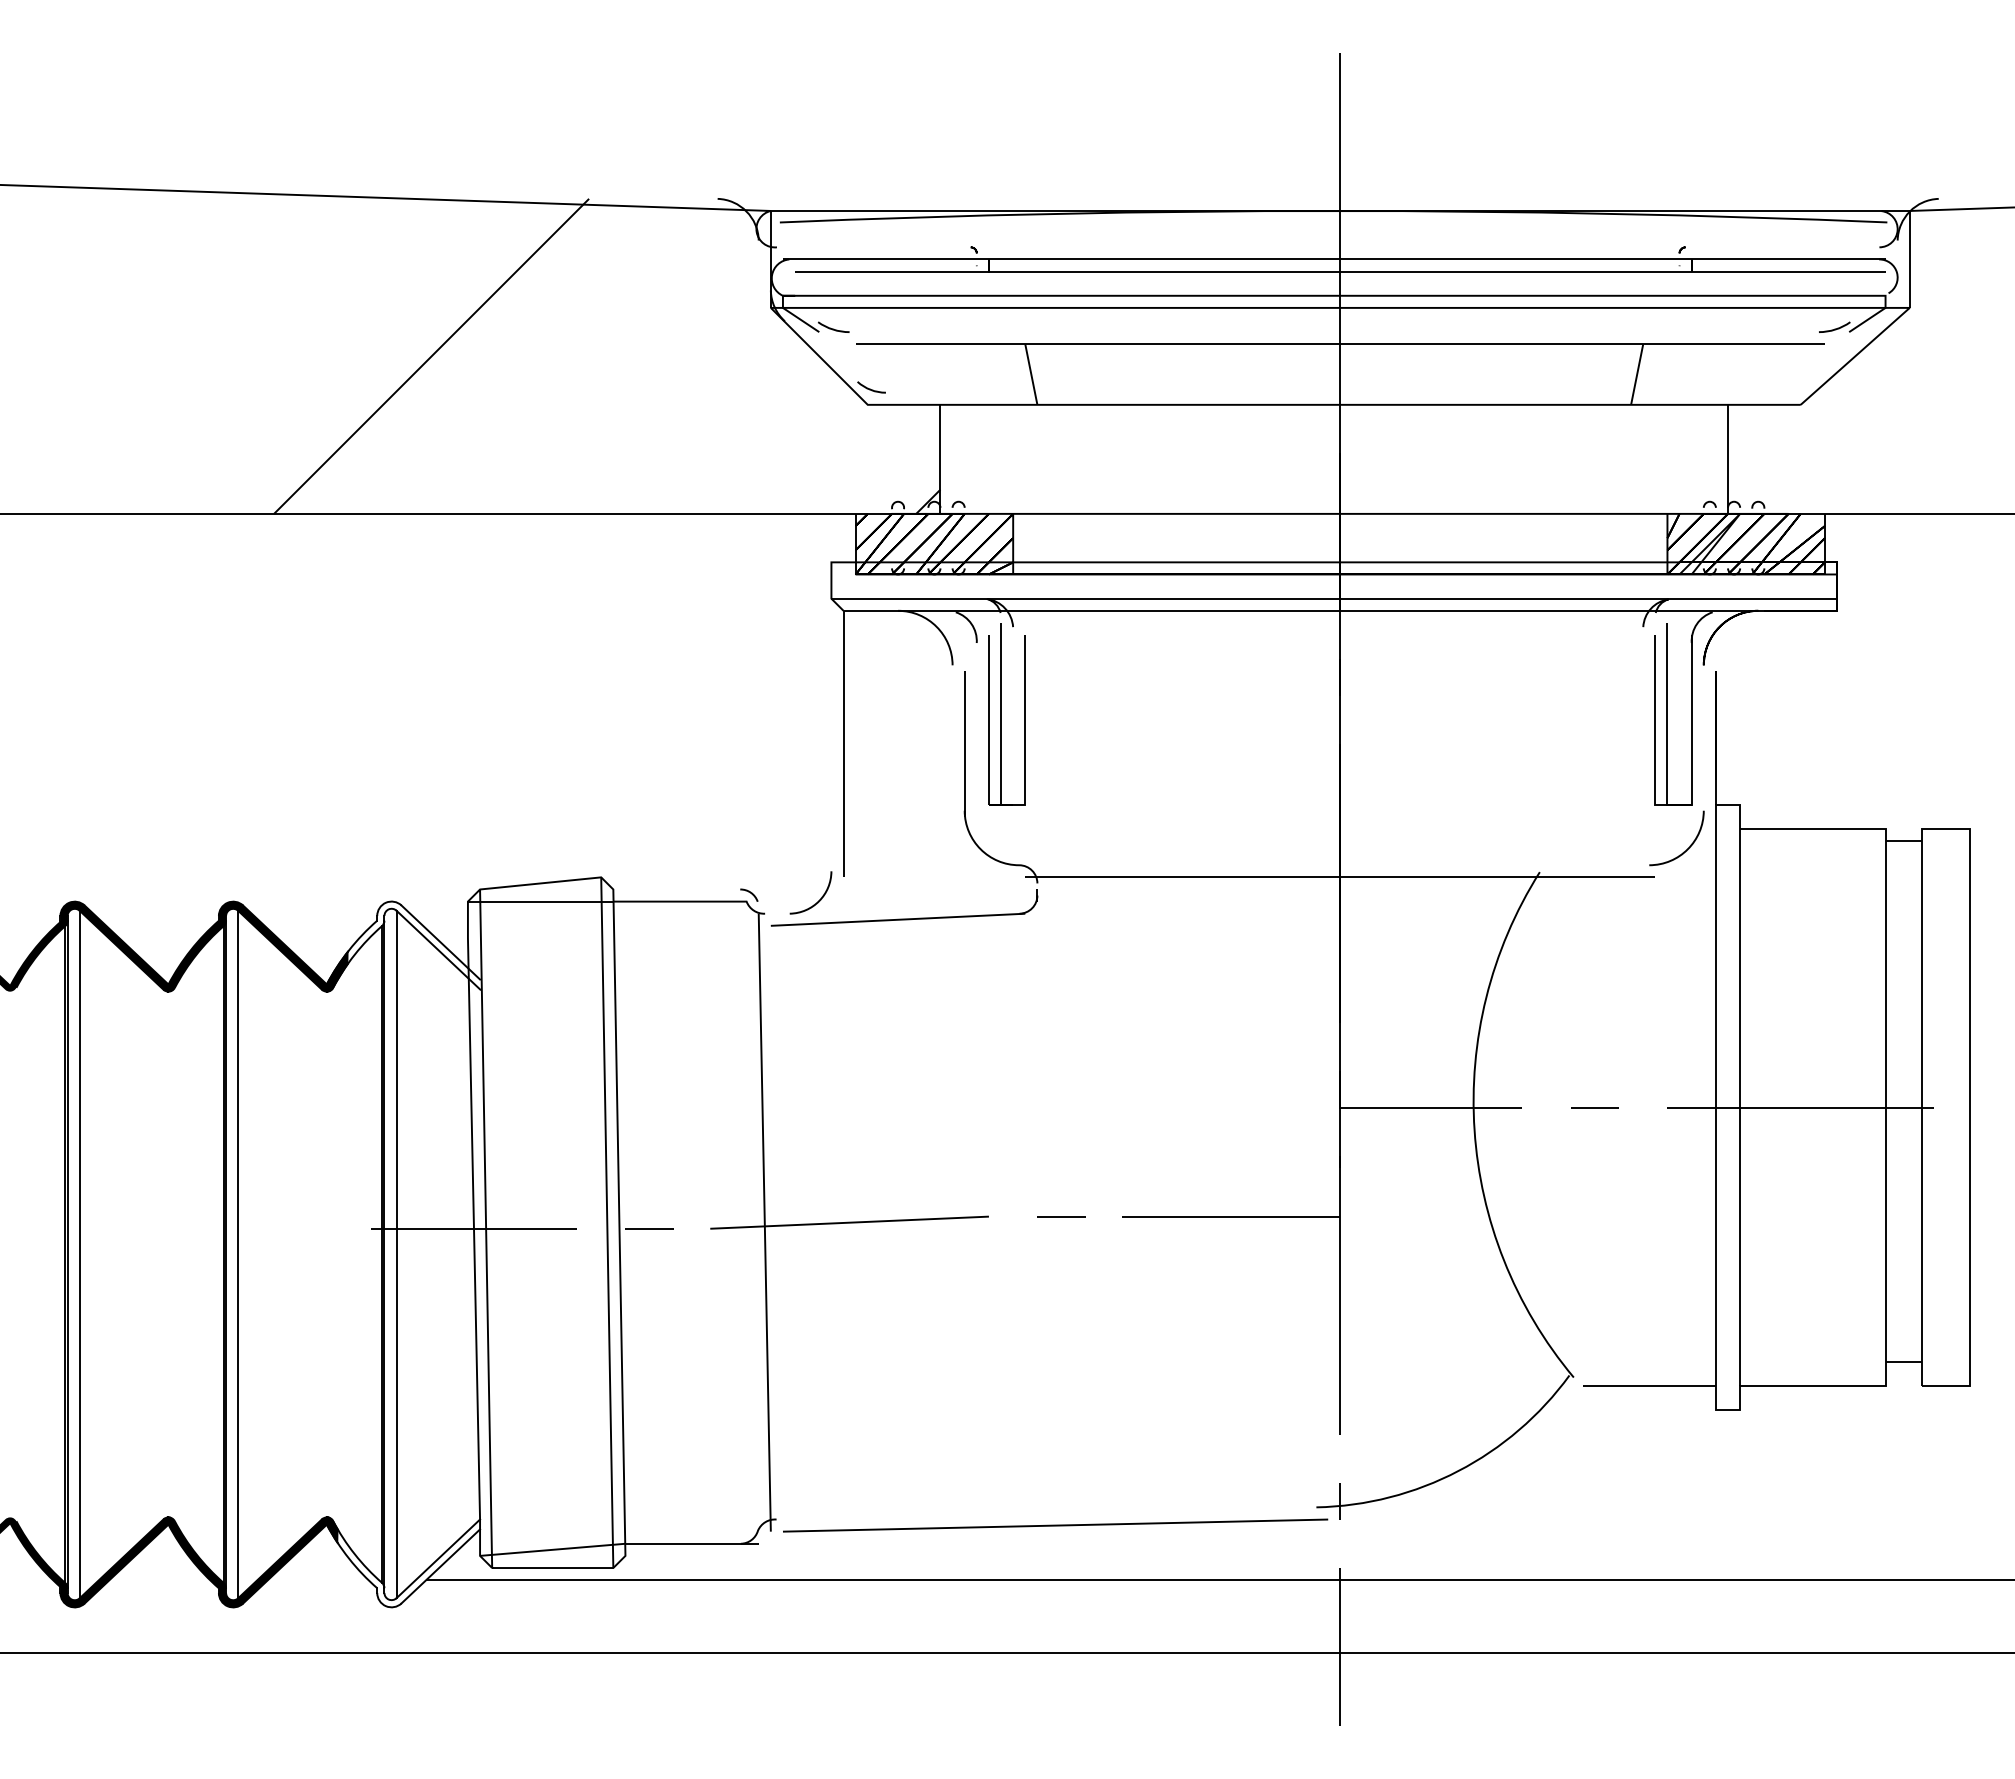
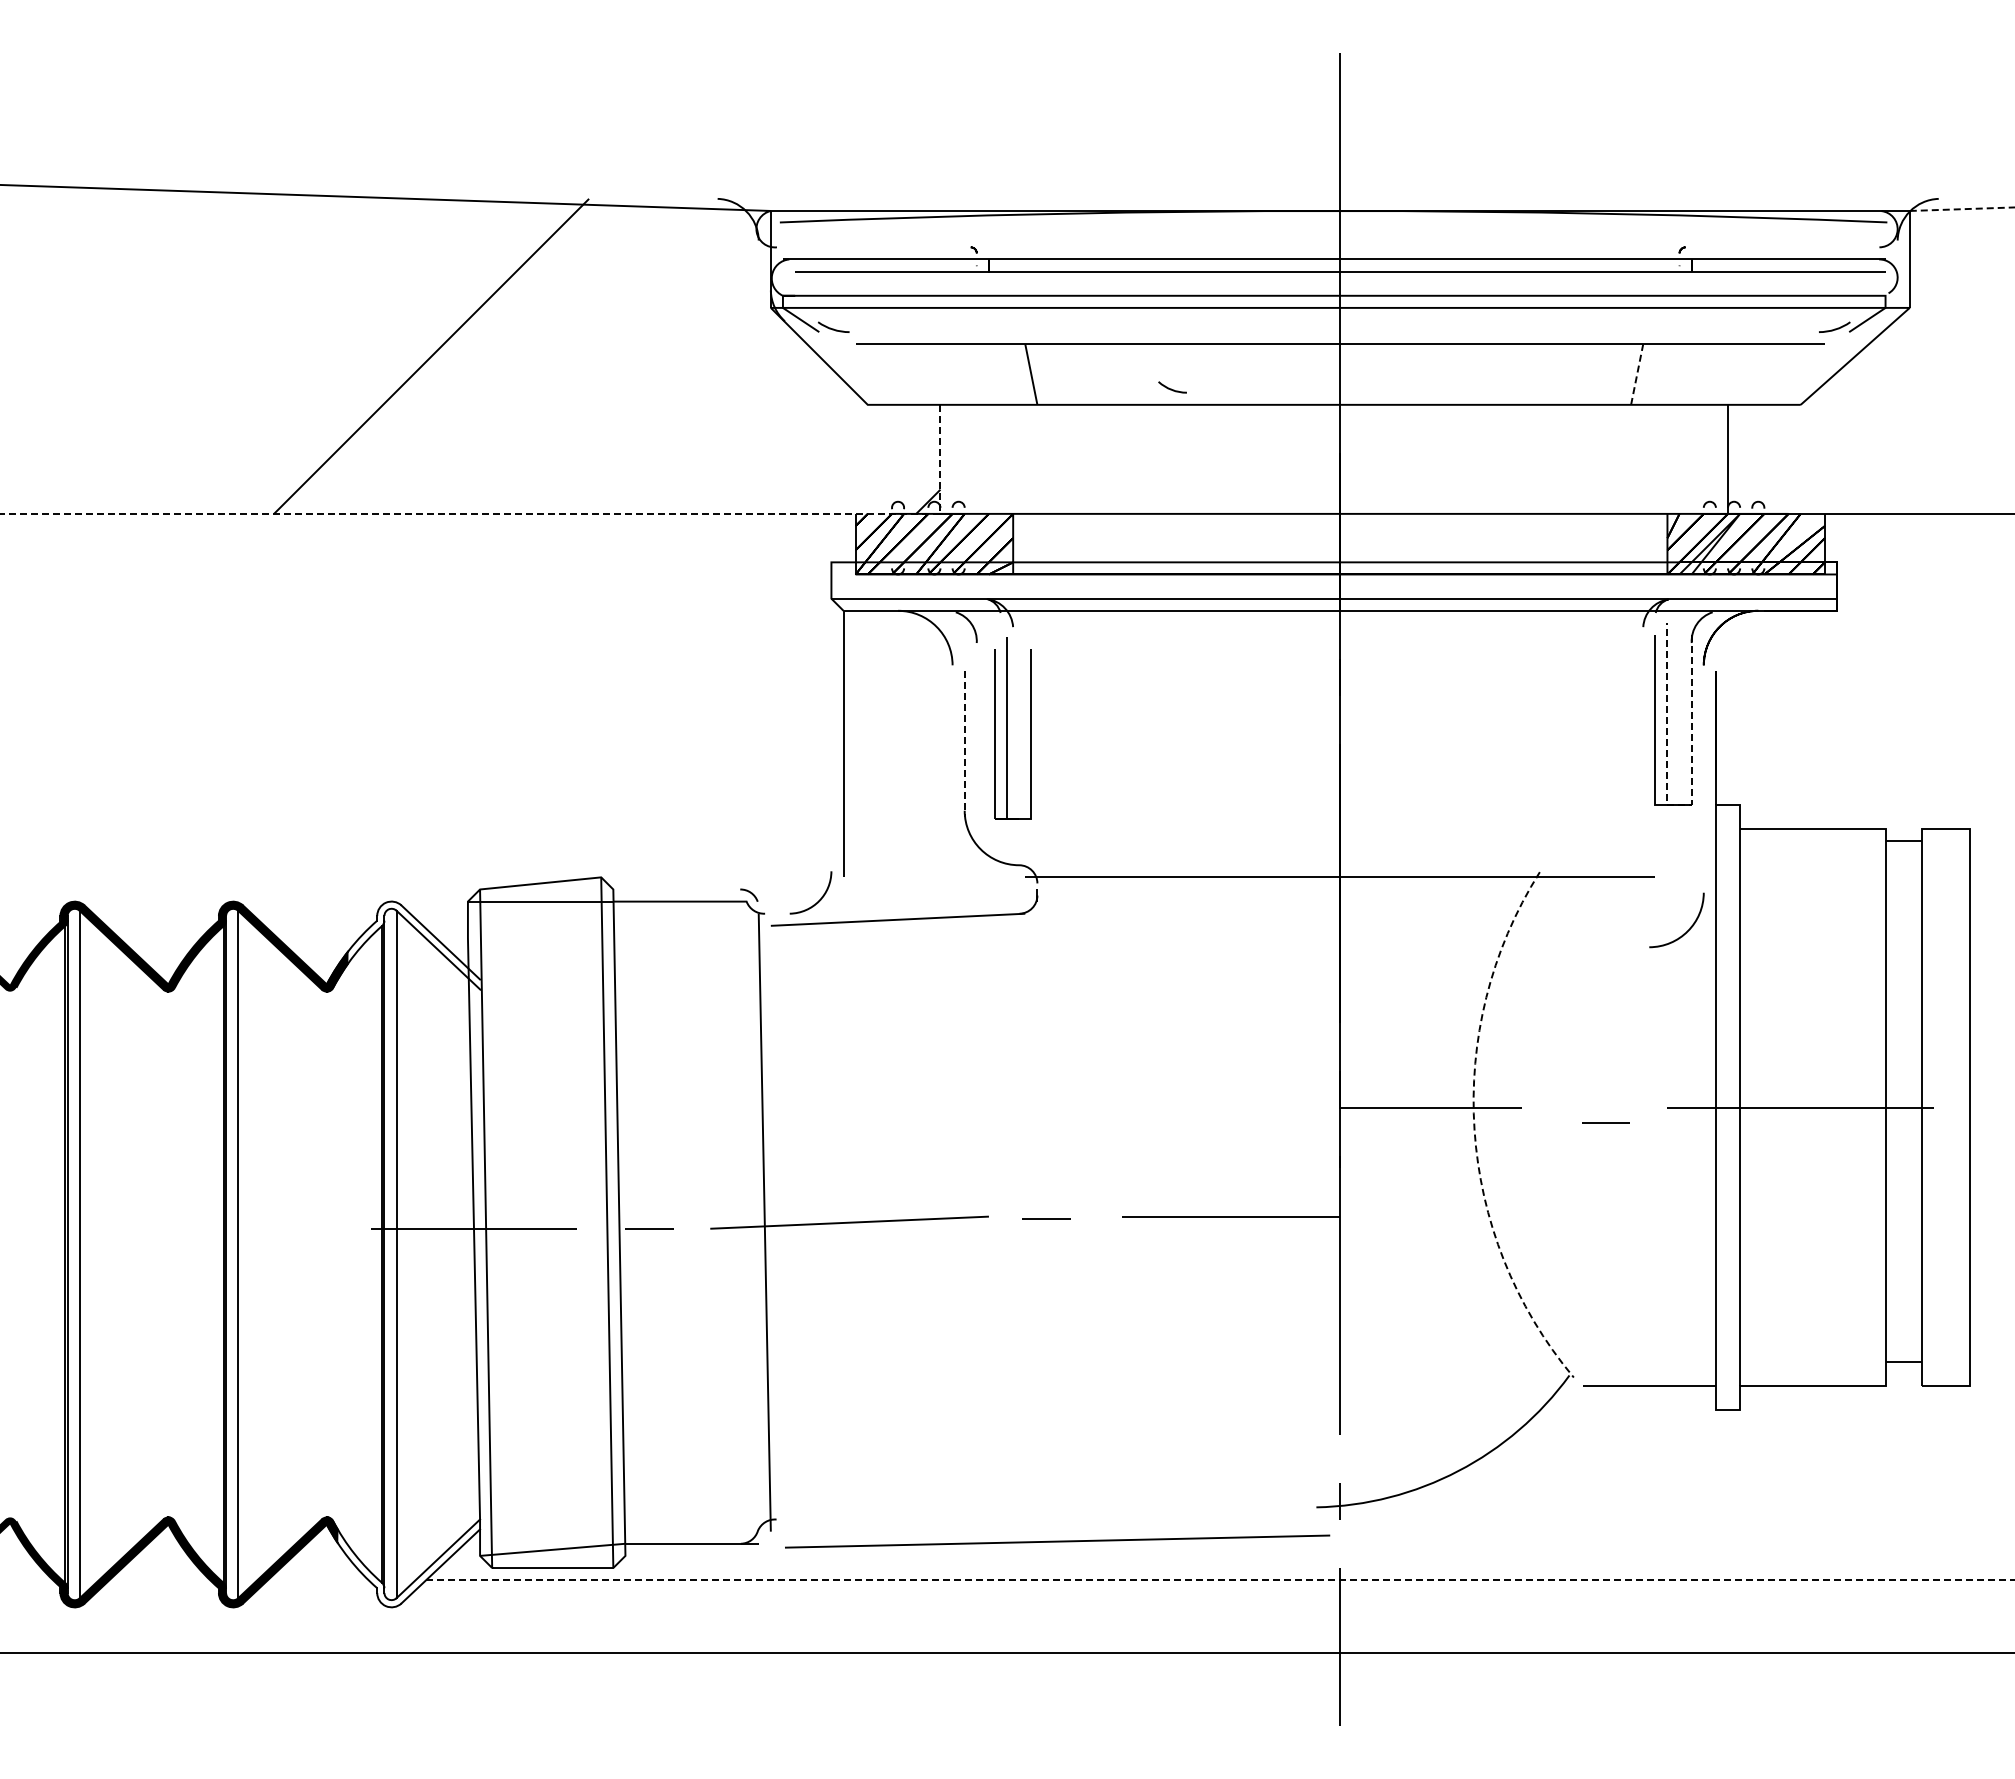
line at (1962, 209): solid -> dashed
line at (1637, 374): solid -> dashed
arc at (870, 388) position: (870, 388) -> (1171, 388)
line at (525, 513): solid -> dashed
part at (1006, 714) position: (1006, 714) -> (1012, 728)
line at (964, 744): solid -> dashed
line at (1673, 804): solid -> dashed
arc at (1683, 851) position: (1683, 851) -> (1683, 933)
line at (1594, 1107) position: (1594, 1107) -> (1605, 1122)
arc at (1474, 1130): solid -> dashed
line at (1061, 1216) position: (1061, 1216) -> (1046, 1218)
line at (1055, 1525) position: (1055, 1525) -> (1057, 1541)
line at (1220, 1580): solid -> dashed
